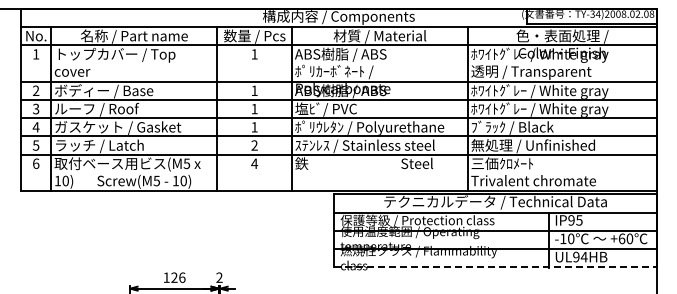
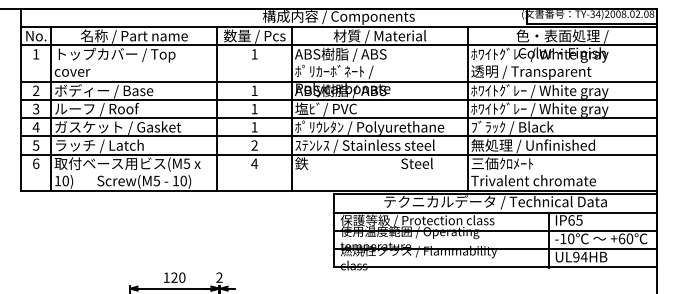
text at (571, 220): IP95 -> IP65
line at (496, 267): dashed -> solid
text at (182, 277): 126 -> 120
